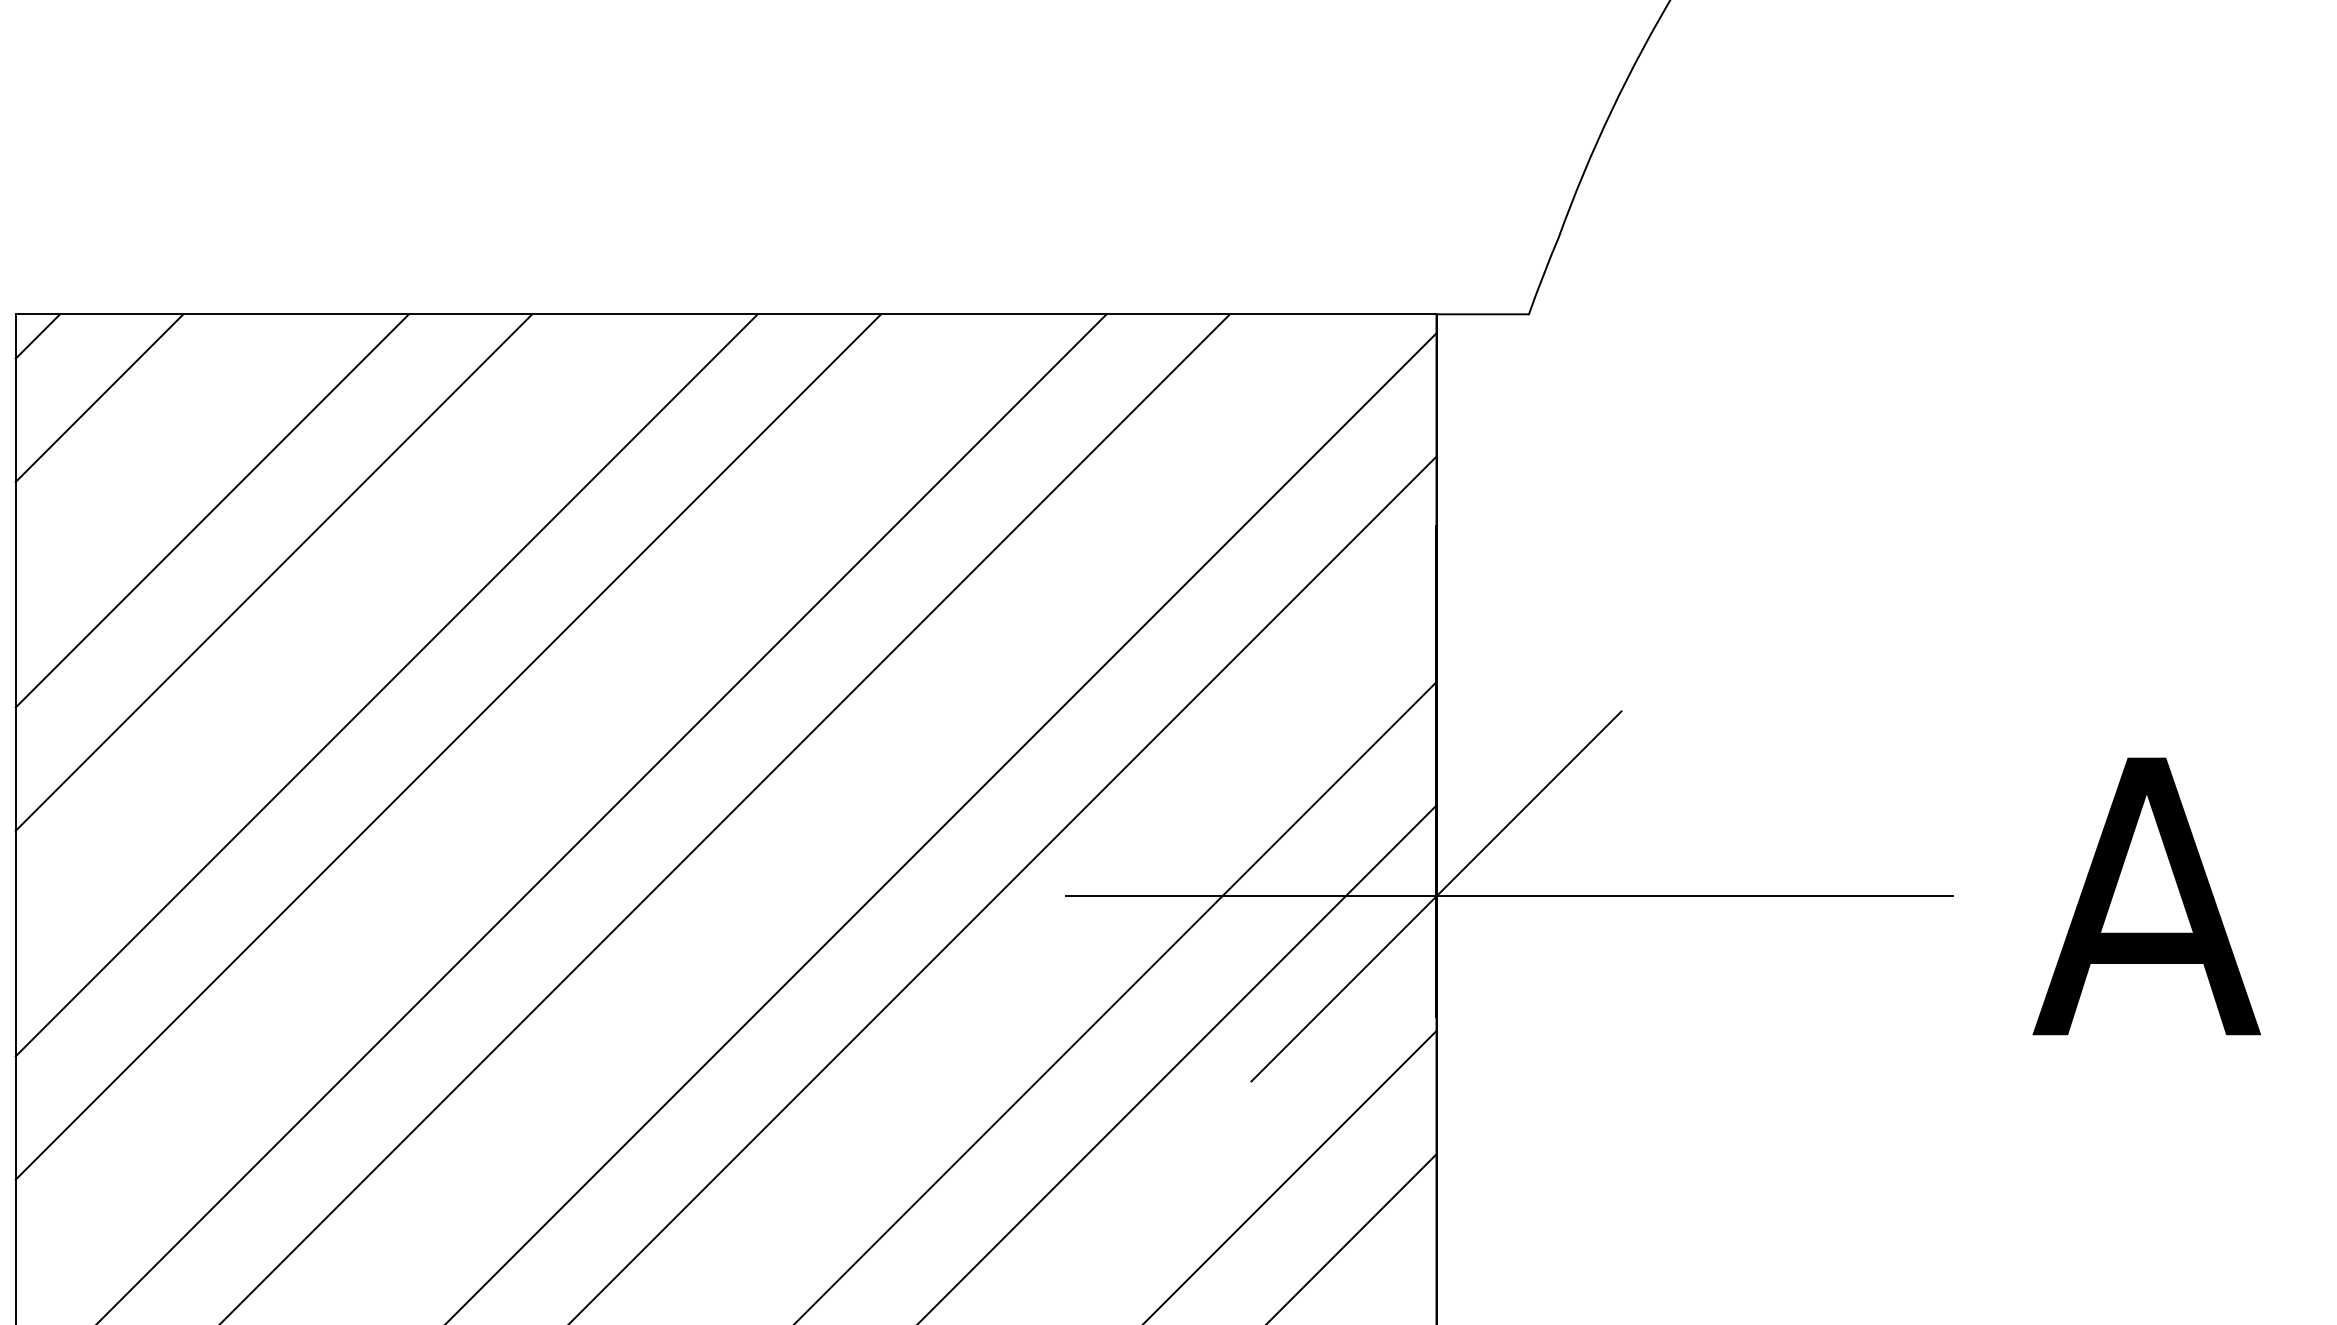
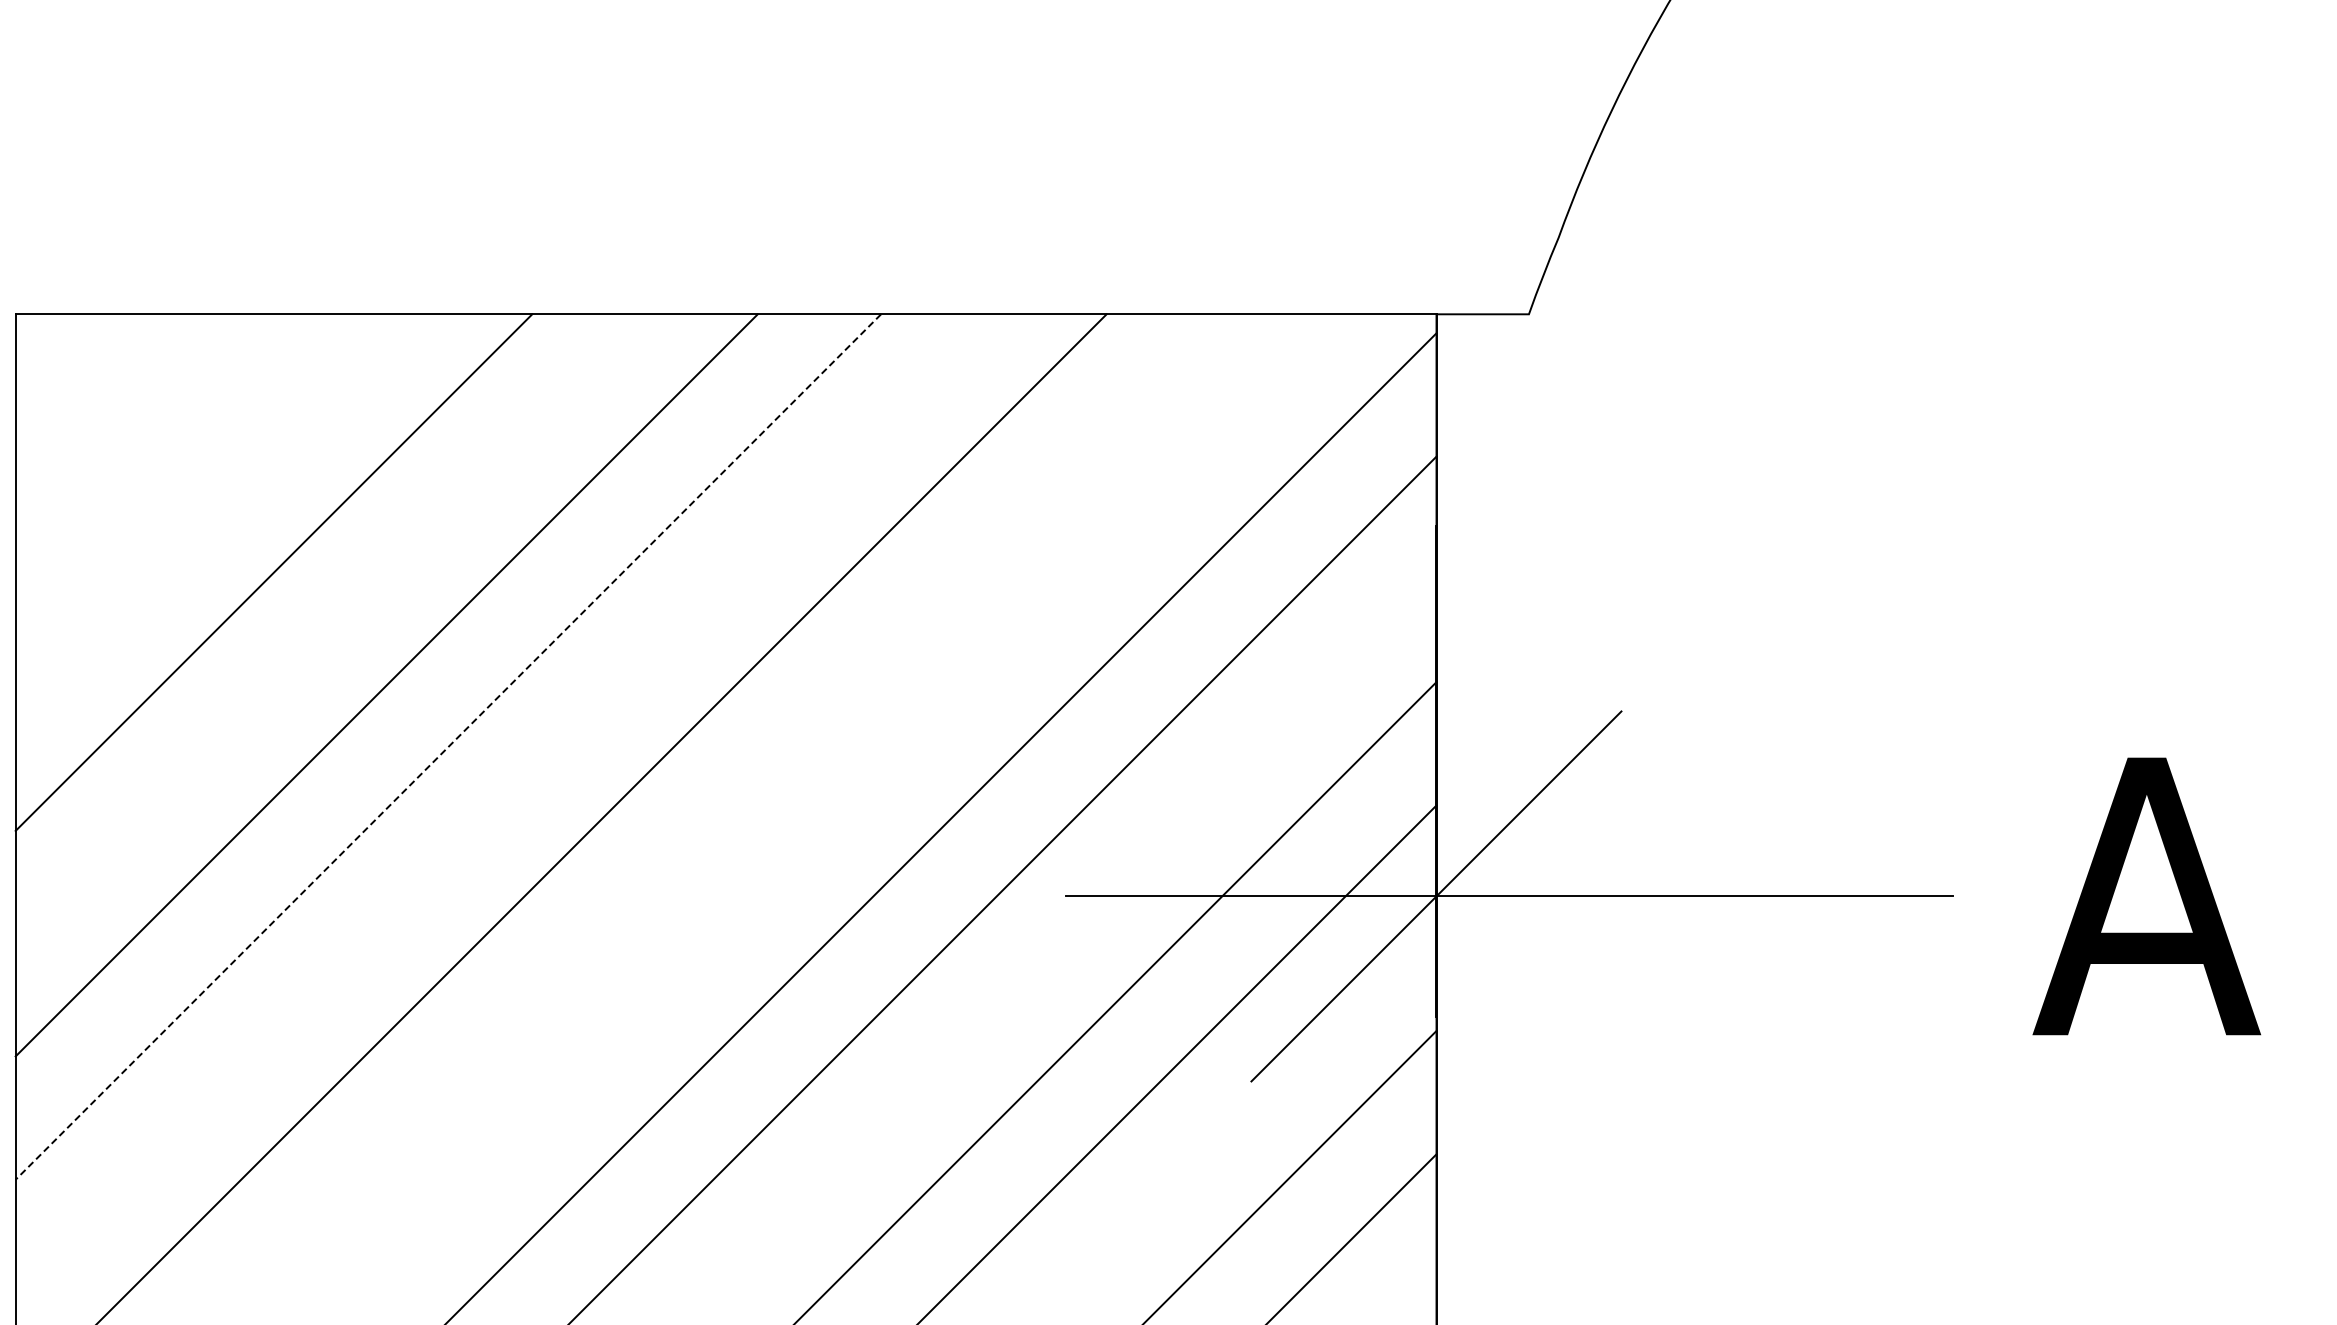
line at (37, 336): present -> none
line at (99, 398): present -> none
line at (211, 510): present -> none
line at (448, 747): solid -> dashed
line at (725, 817): present -> none
